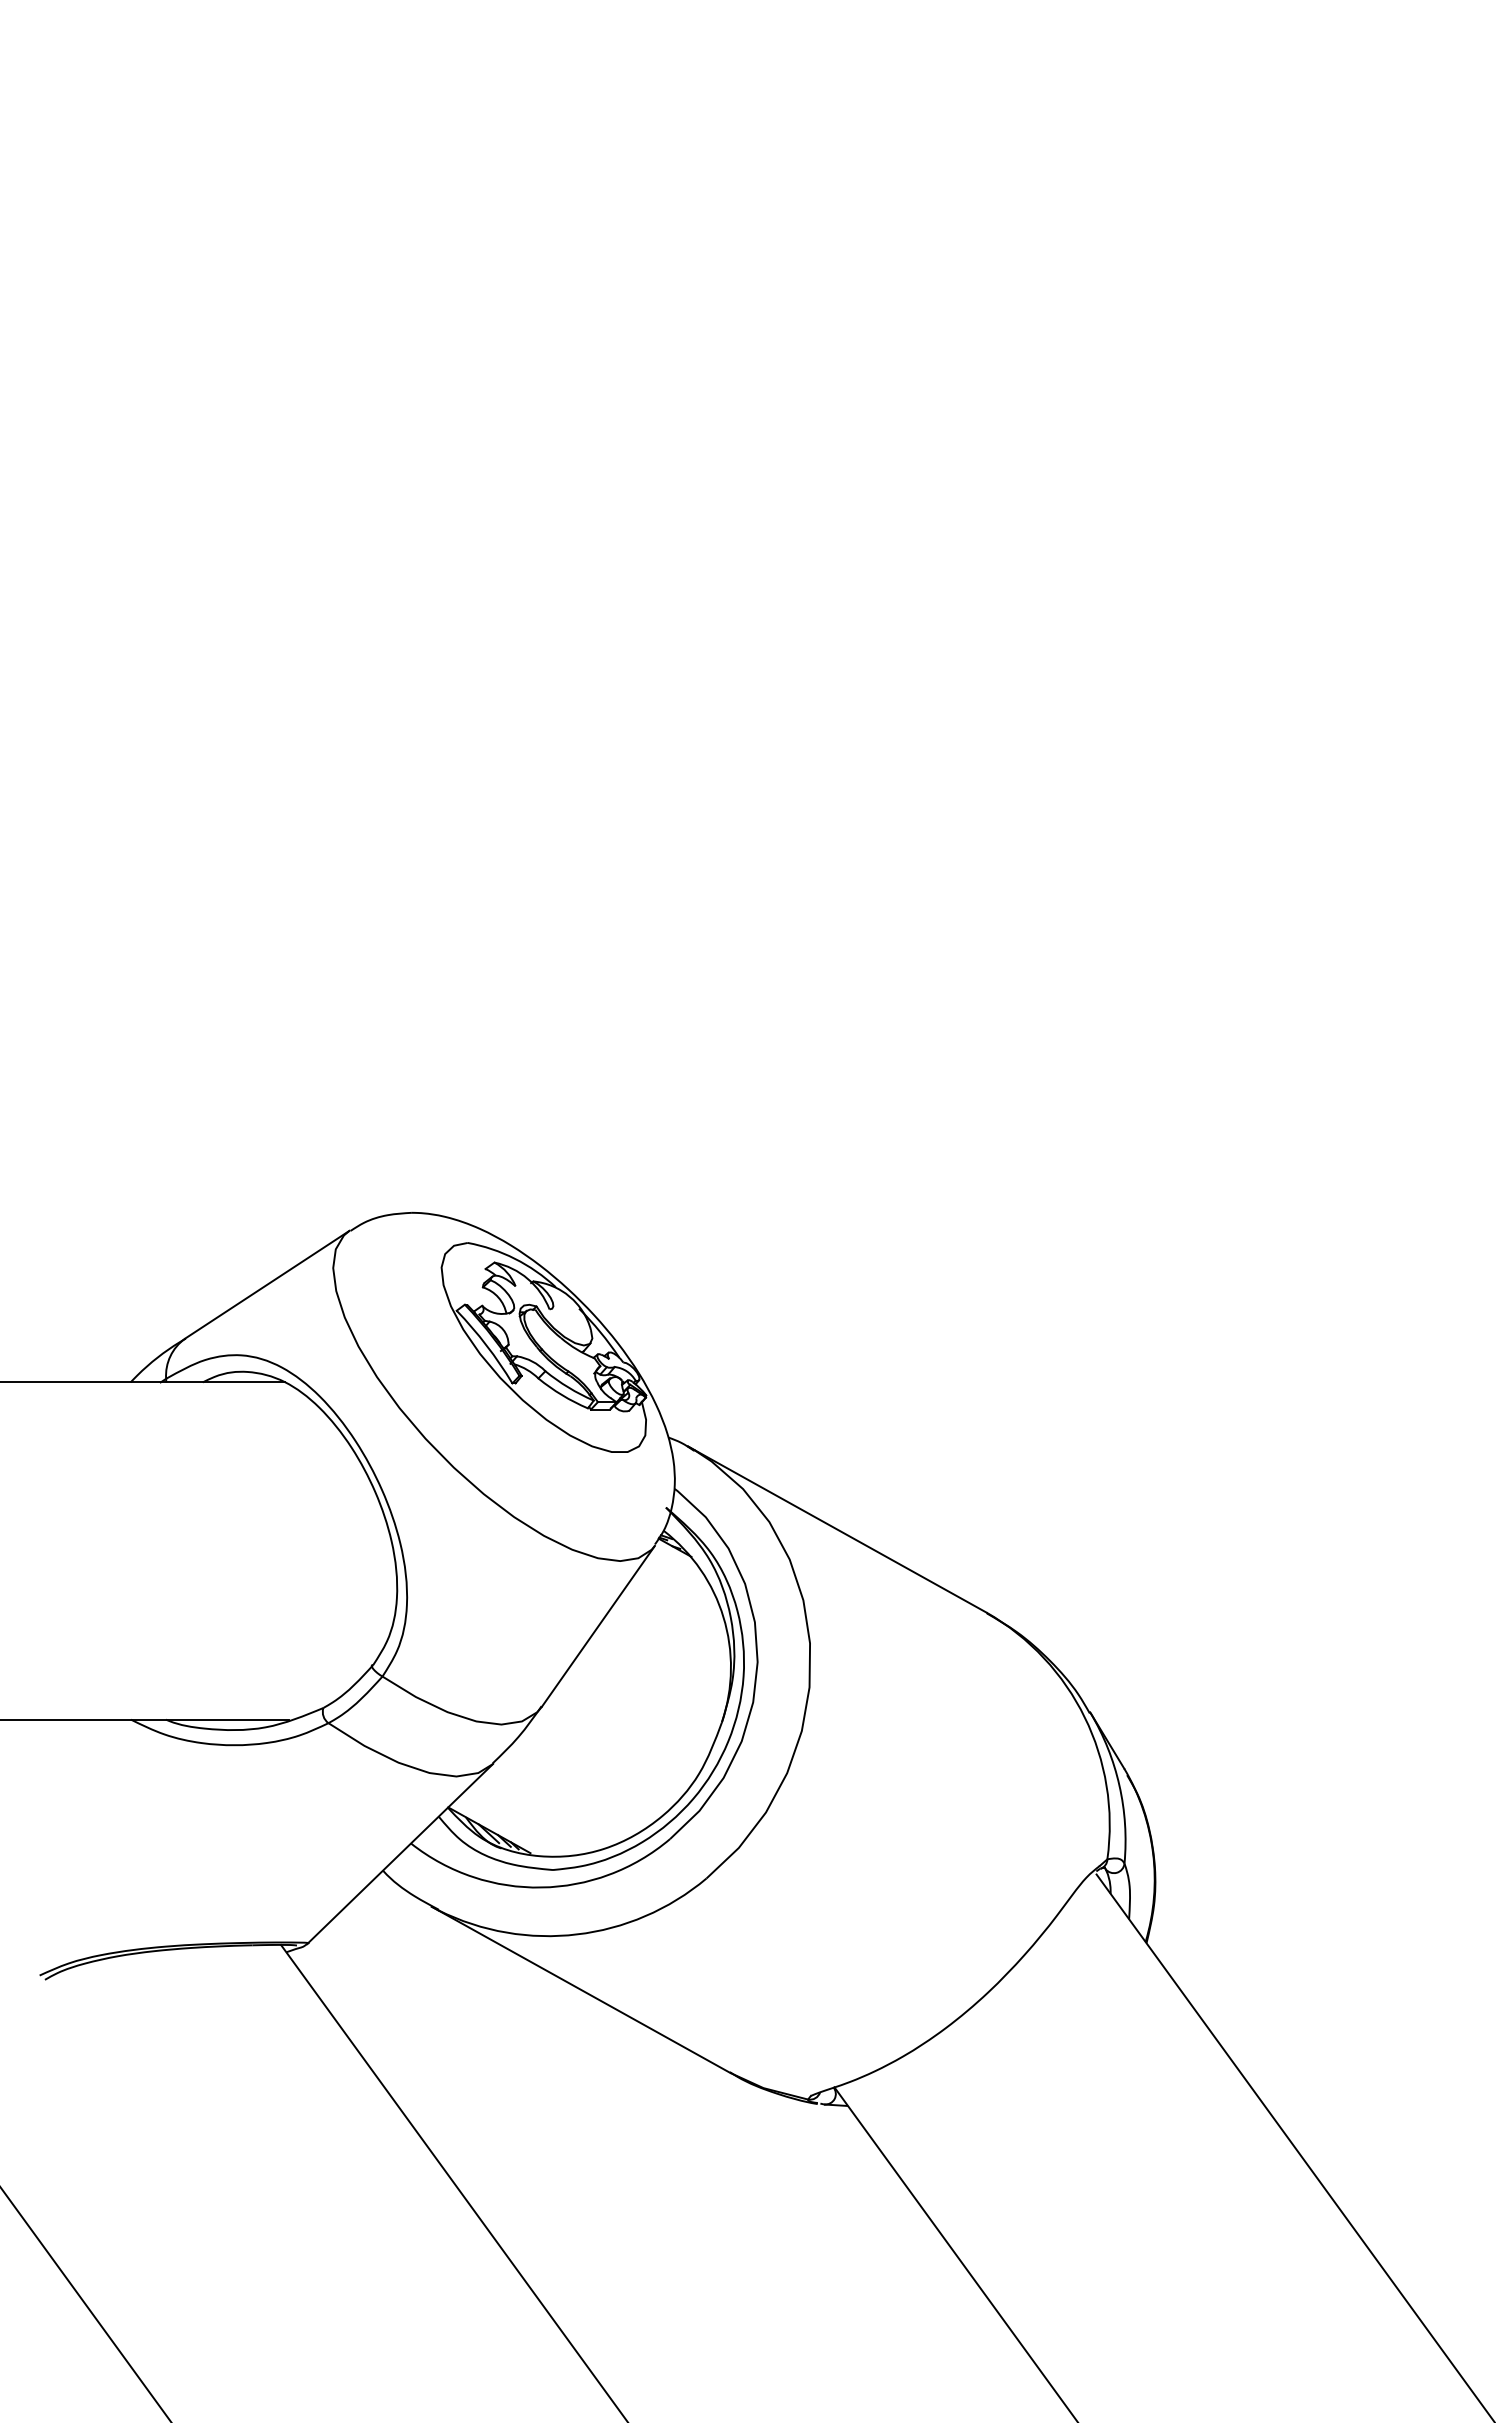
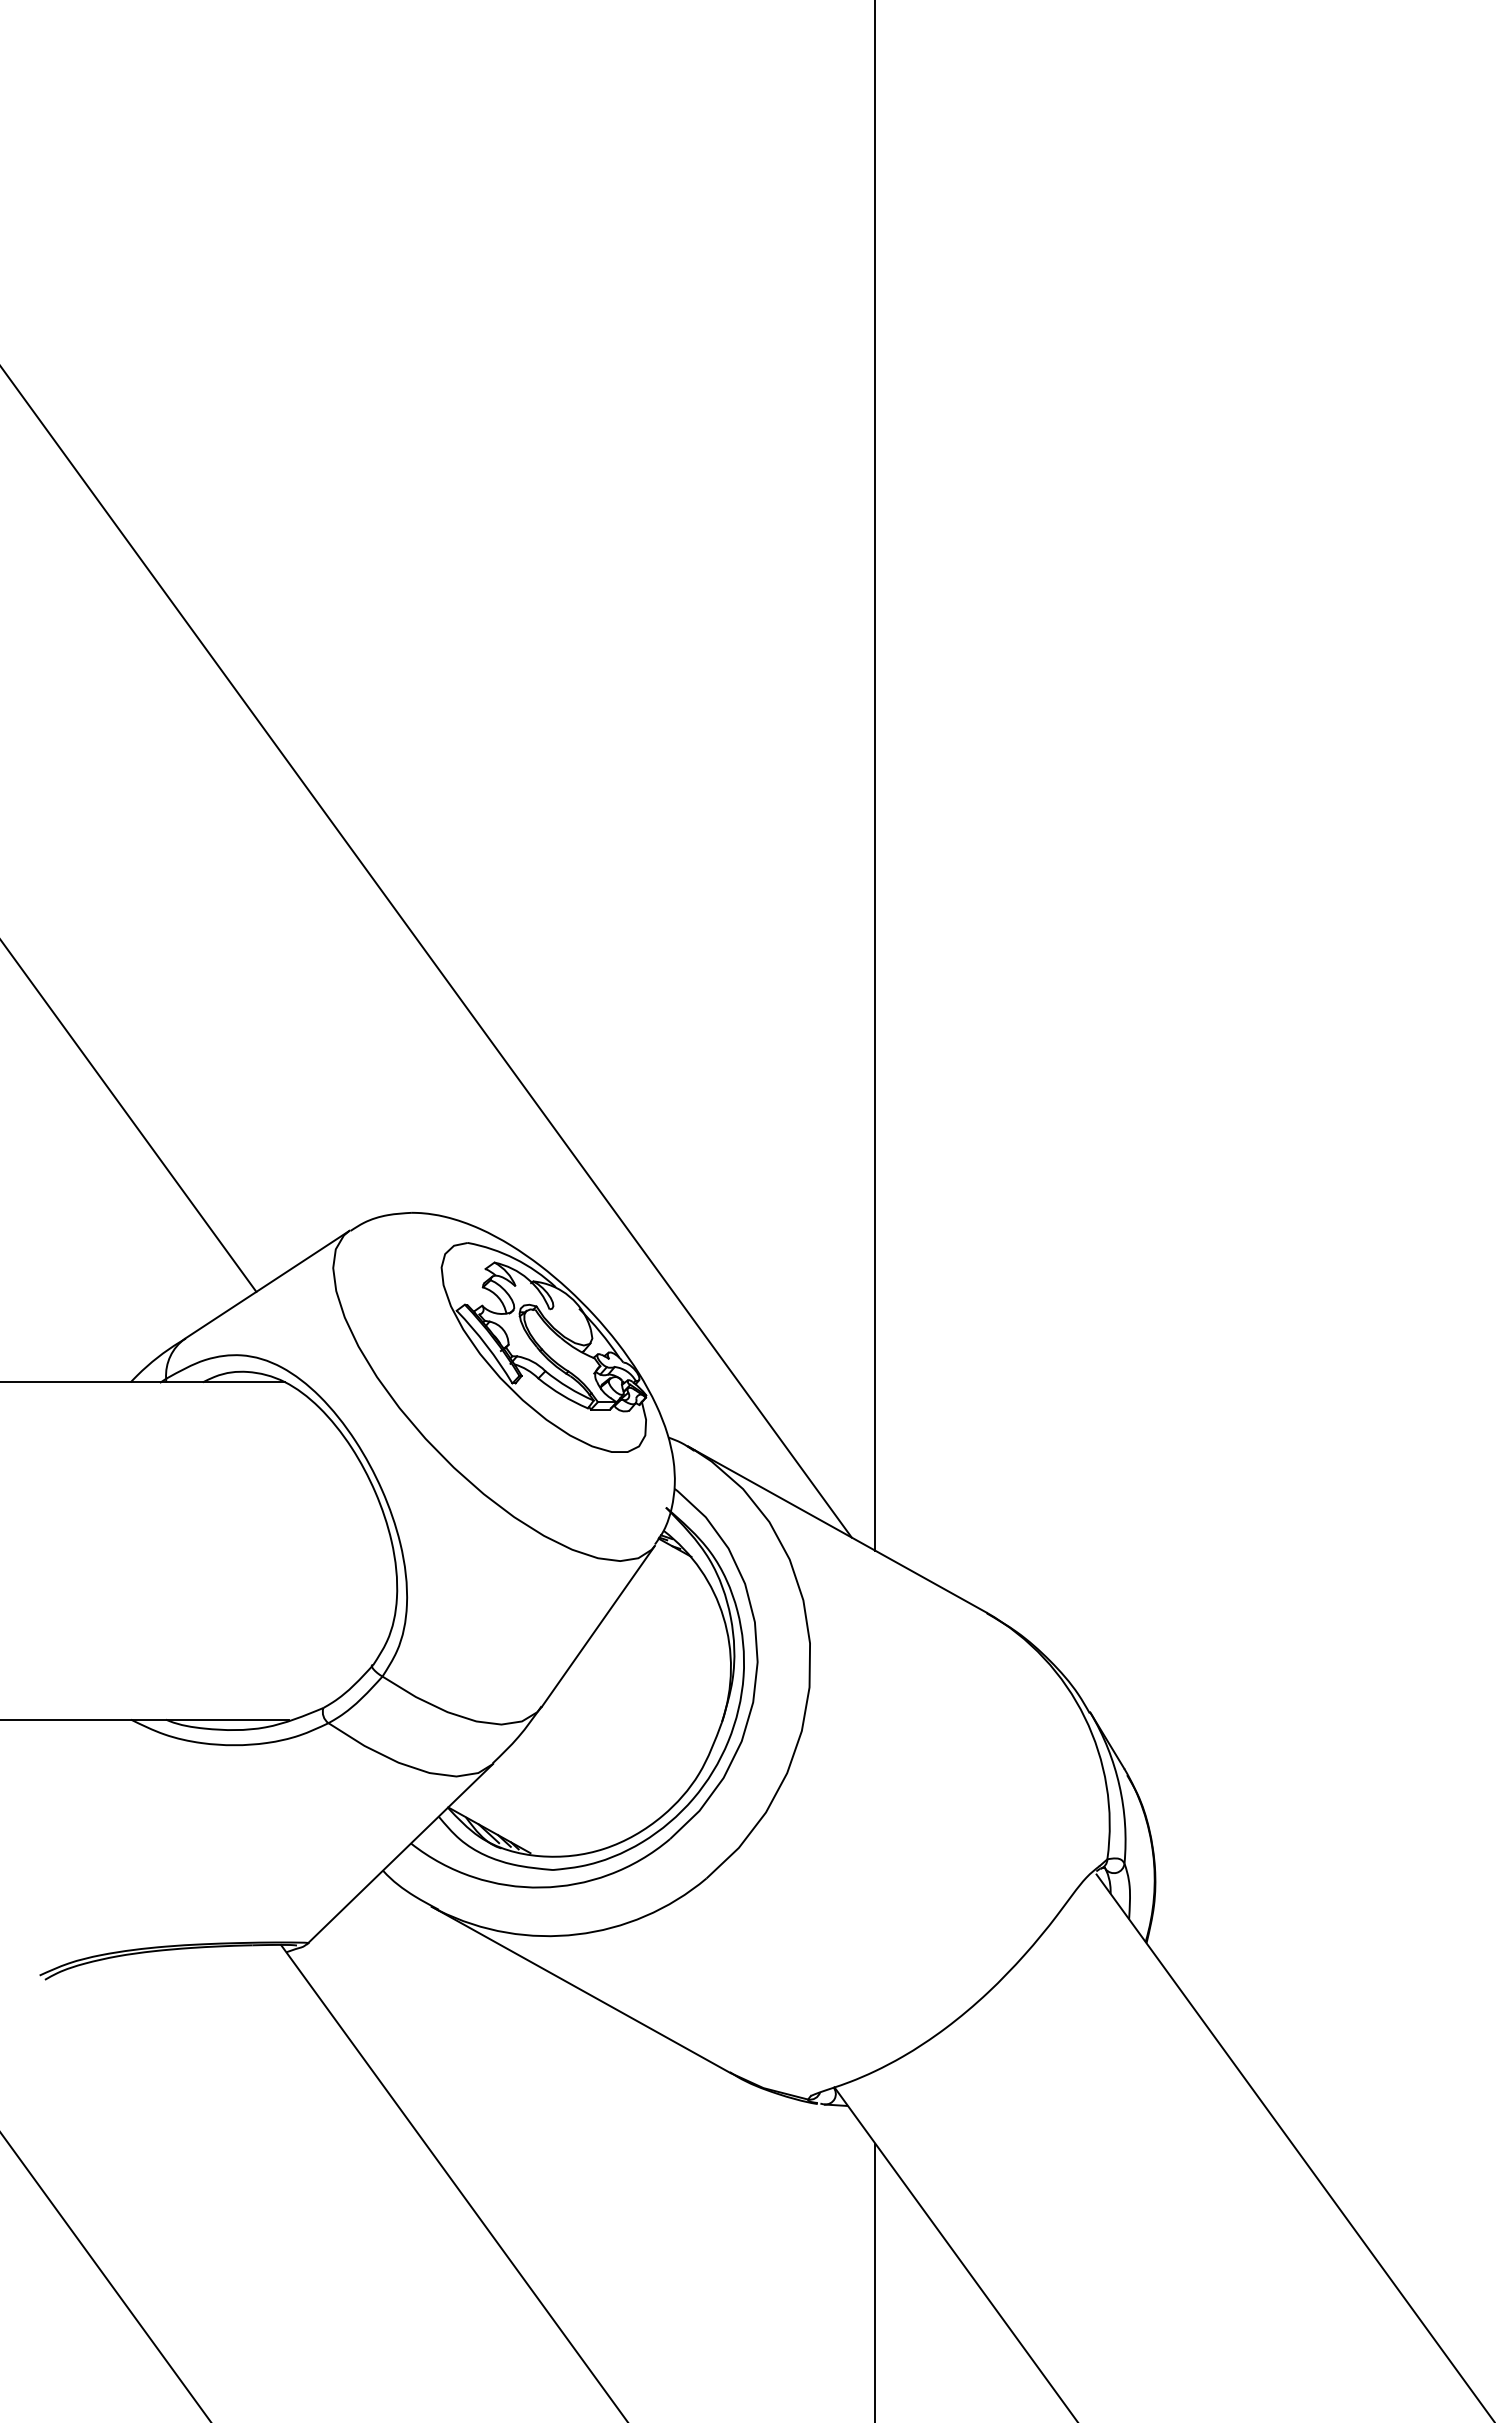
line at (875, 776): none -> present
line at (426, 952): none -> present
line at (129, 1116): none -> present
line at (875, 2281): none -> present
line at (85, 2304) position: (85, 2304) -> (105, 2276)
